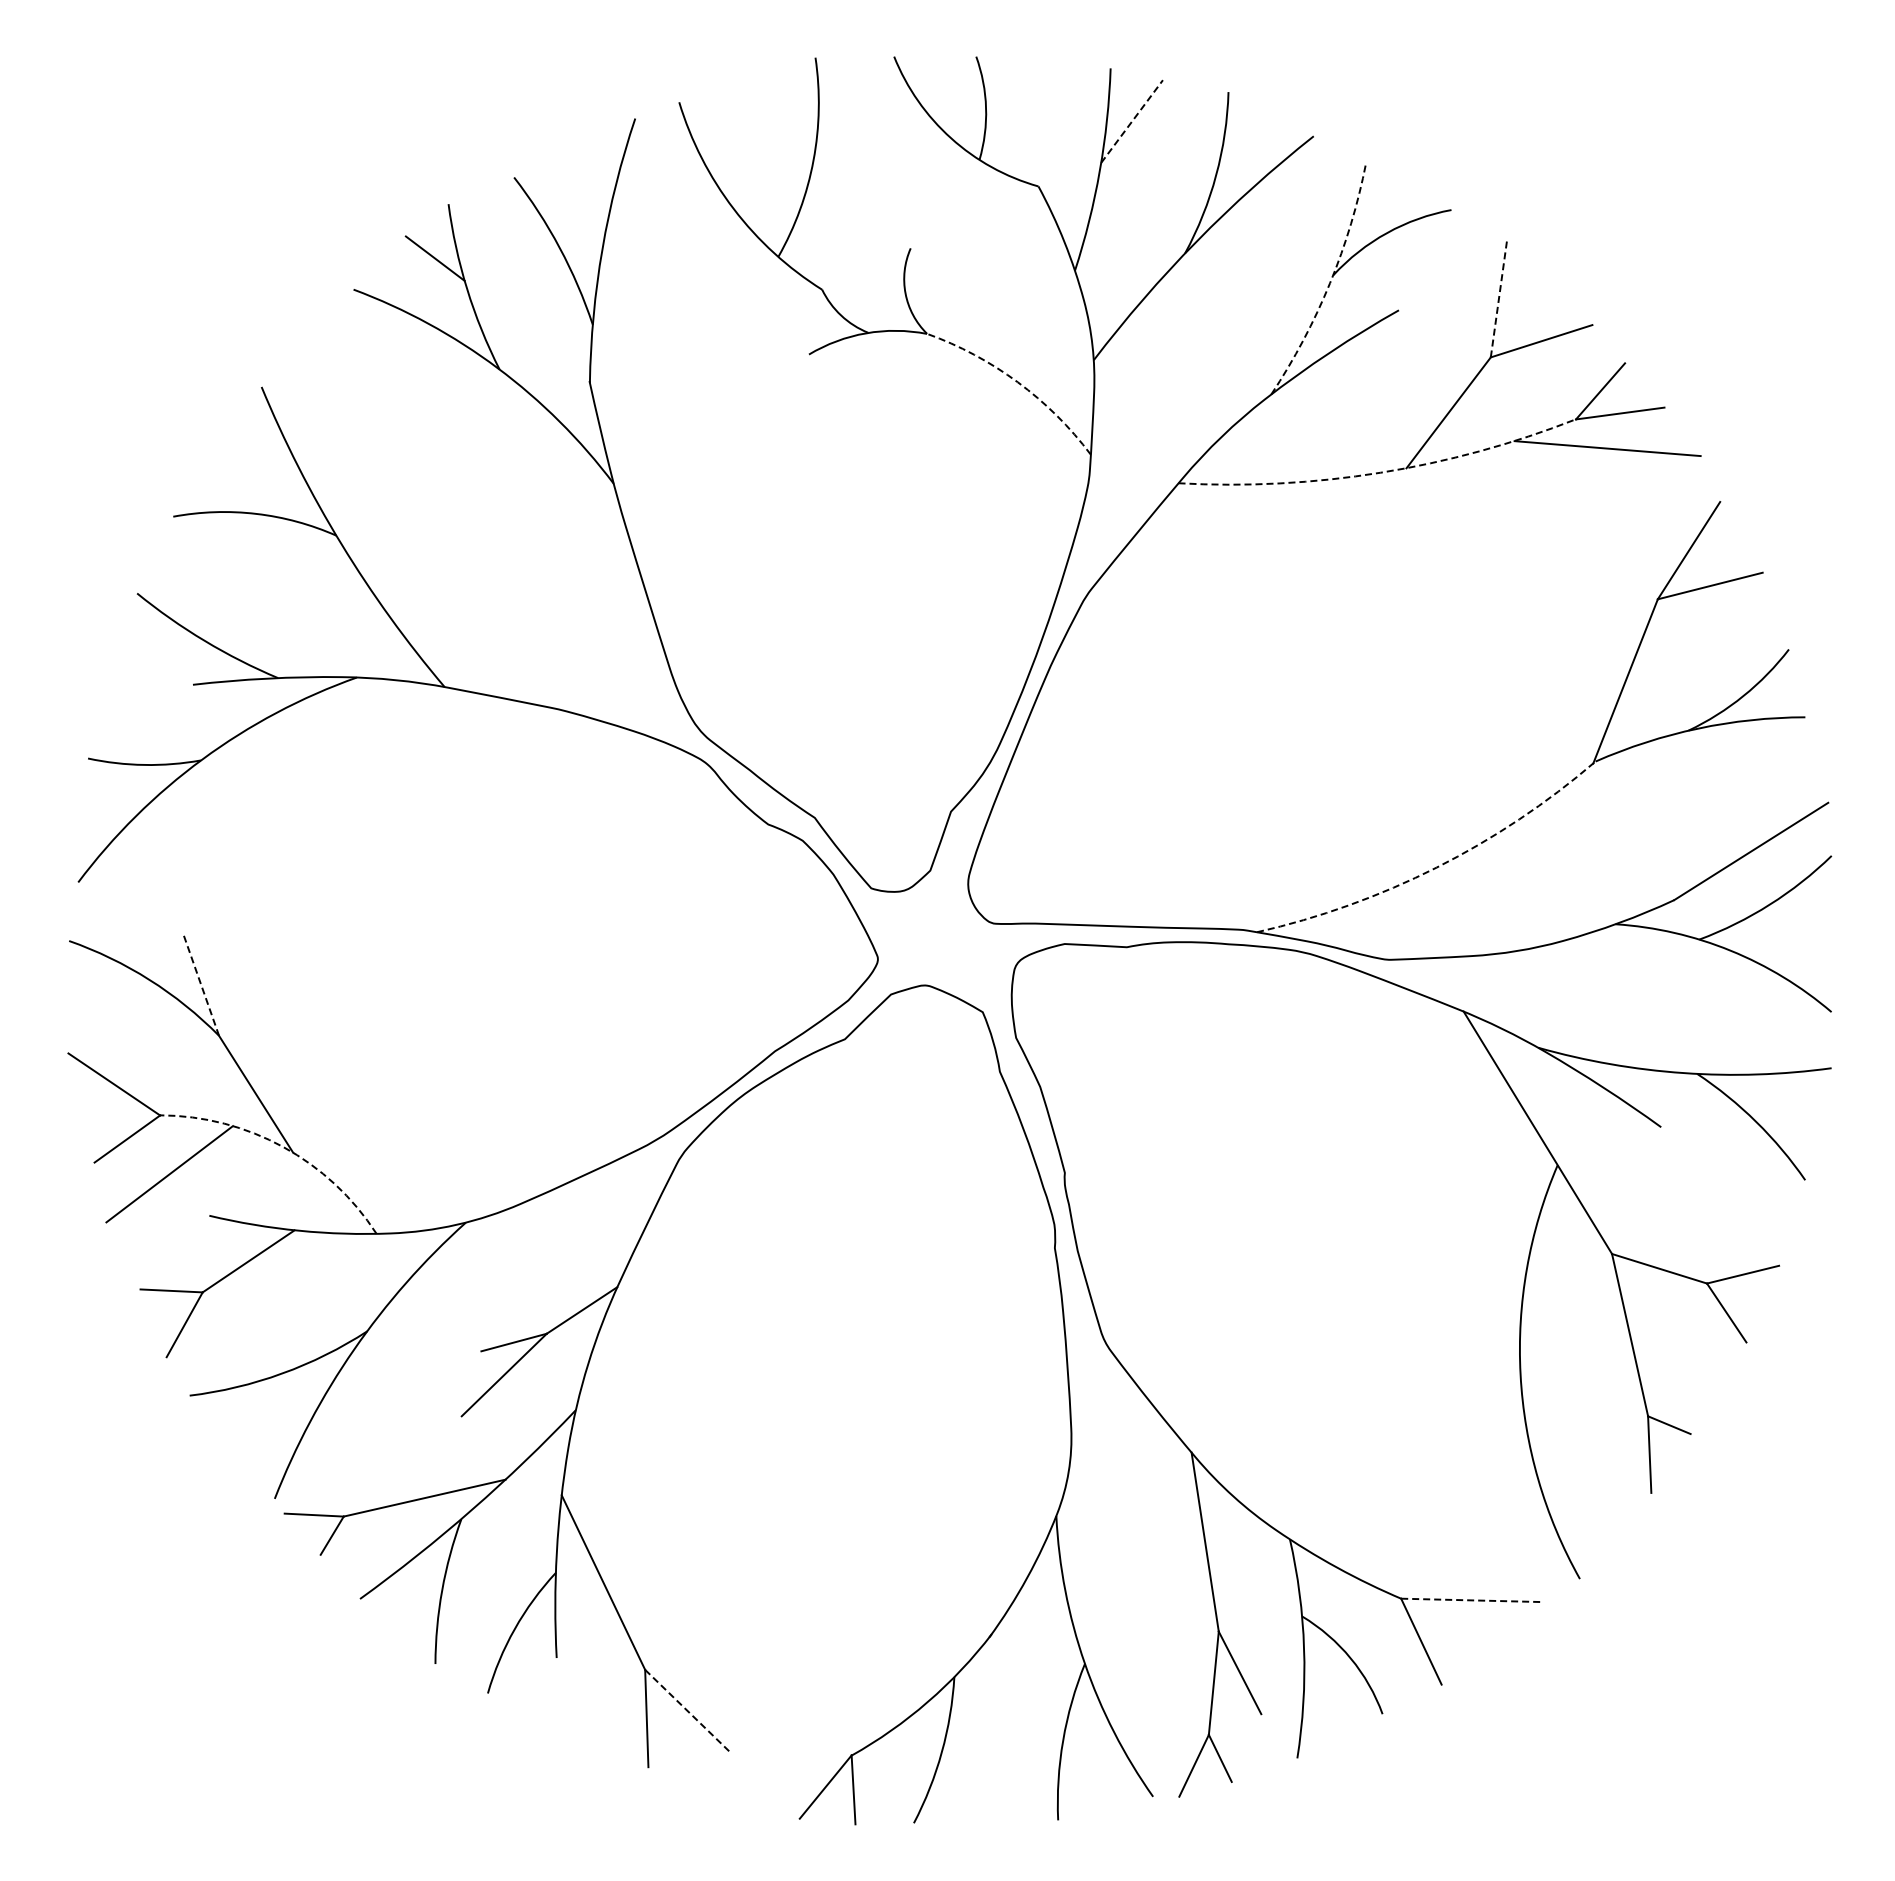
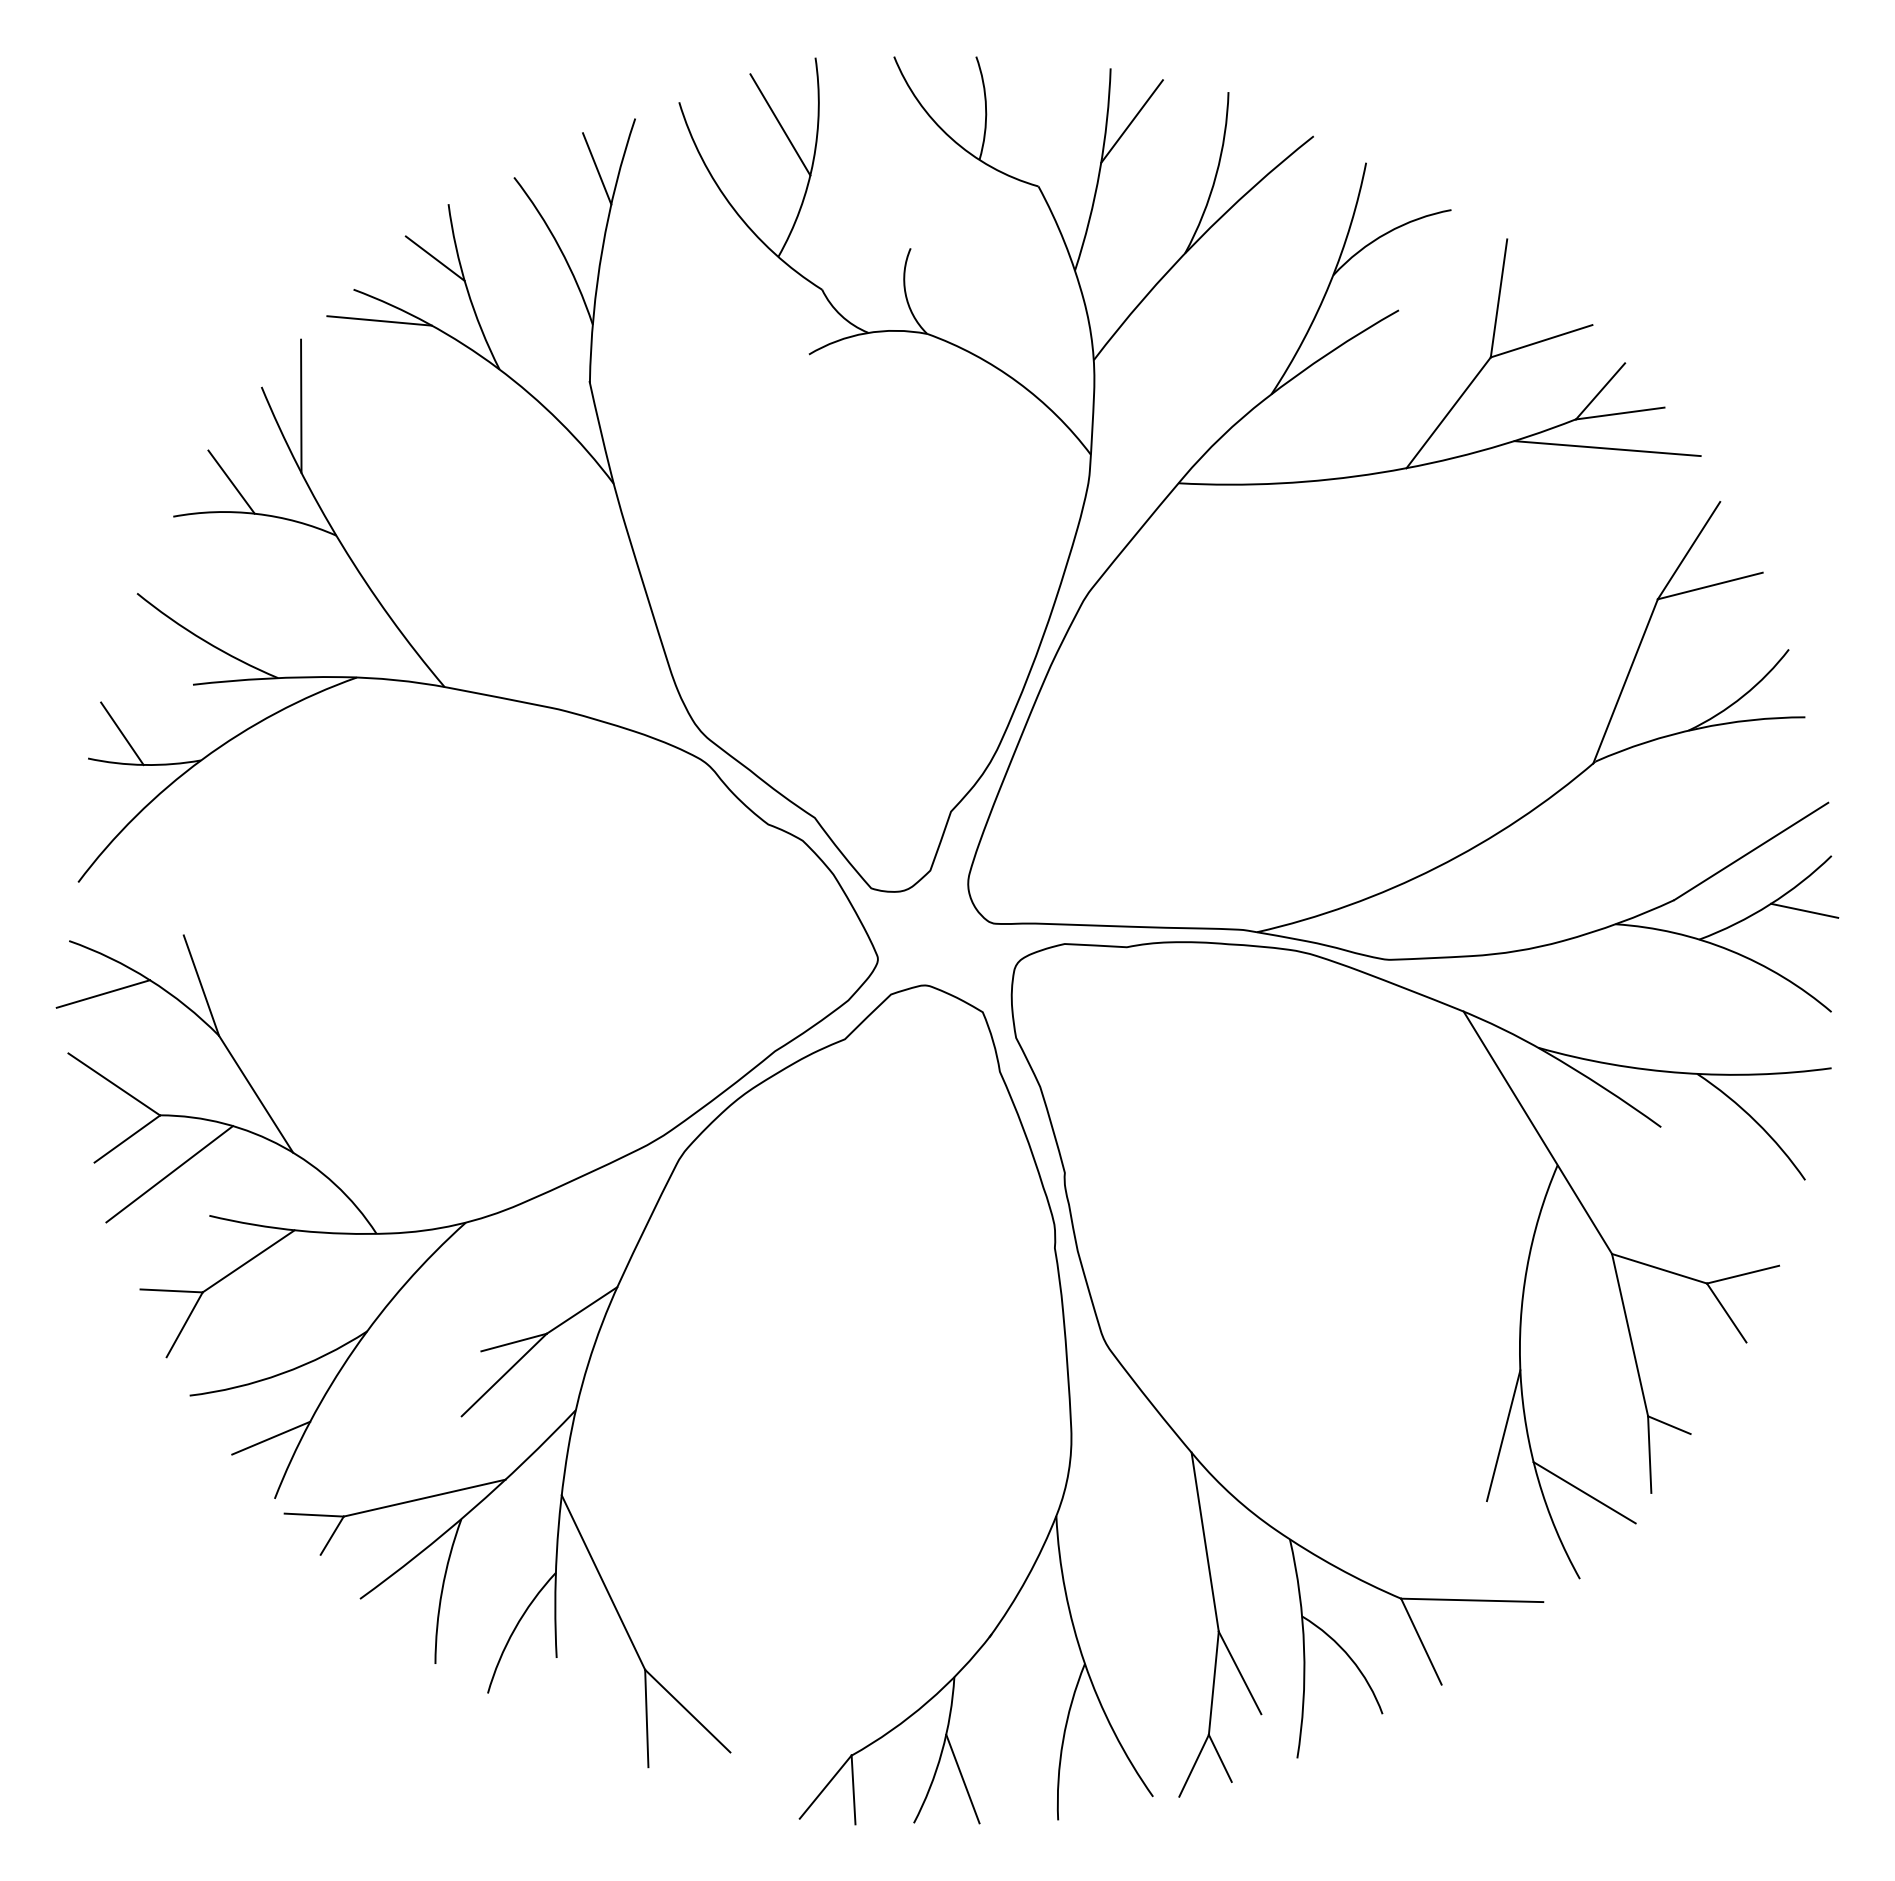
line at (1132, 121): dashed -> solid
line at (780, 124): none -> present
line at (597, 168): none -> present
arc at (1330, 283): dashed -> solid
line at (1499, 298): dashed -> solid
line at (379, 320): none -> present
arc at (1017, 382): dashed -> solid
line at (301, 405): none -> present
arc at (1380, 472): dashed -> solid
line at (231, 481): none -> present
line at (122, 733): none -> present
arc at (1436, 867): dashed -> solid
line at (1804, 910): none -> present
line at (201, 985): dashed -> solid
line at (103, 993): none -> present
arc at (283, 1147): dashed -> solid
line at (1503, 1435): none -> present
line at (271, 1437): none -> present
line at (1584, 1492): none -> present
line at (1472, 1600): dashed -> solid
line at (688, 1711): dashed -> solid
line at (962, 1778): none -> present
